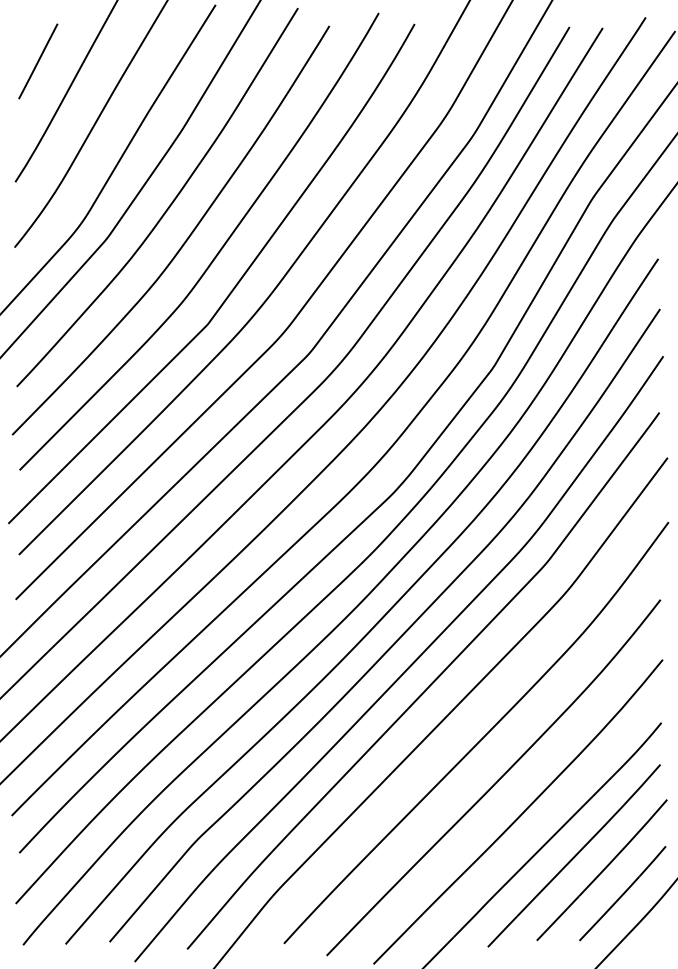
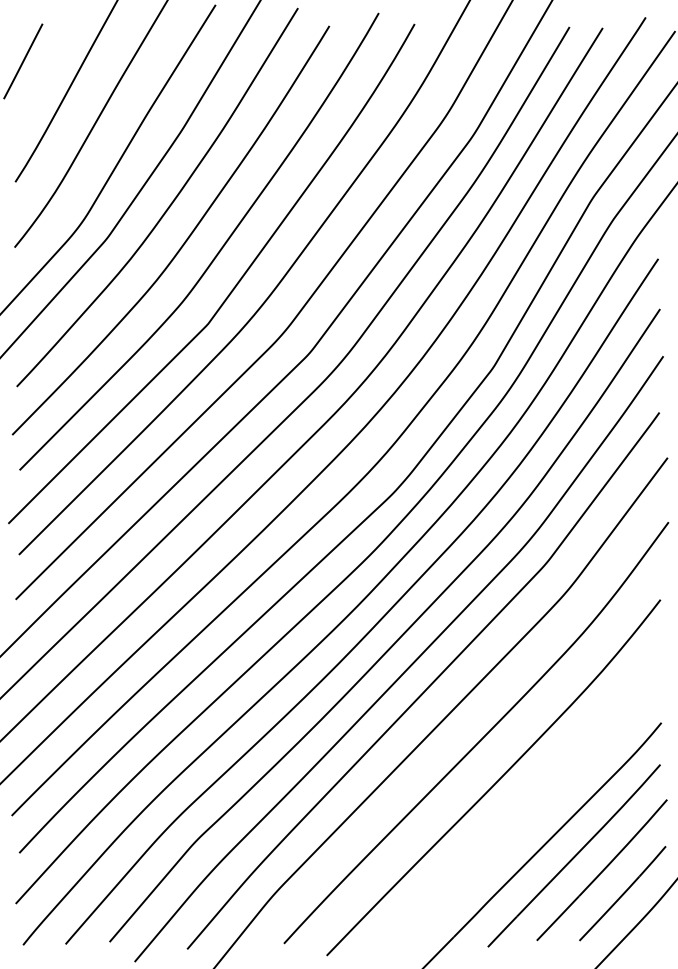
line at (38, 61) position: (38, 61) -> (23, 61)
curve at (521, 813): present -> none
